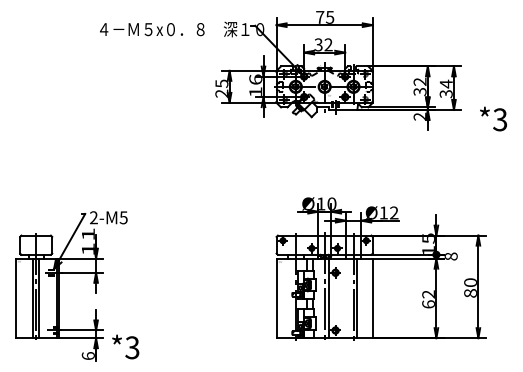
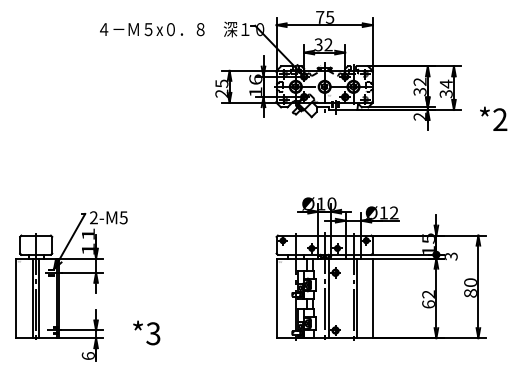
text at (500, 119): *3 -> *2
text at (450, 256): 8 -> 3
text at (125, 346) position: (125, 346) -> (146, 332)
